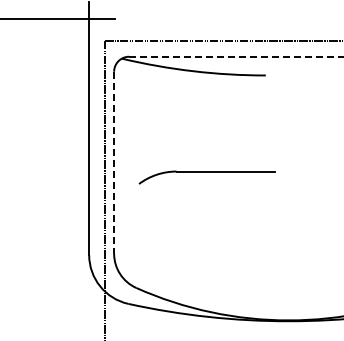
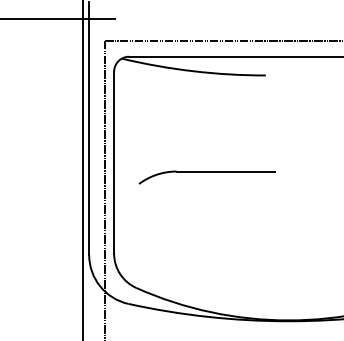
line at (236, 56): dashed -> solid
line at (114, 163): dashed -> solid
line at (82, 169): none -> present
